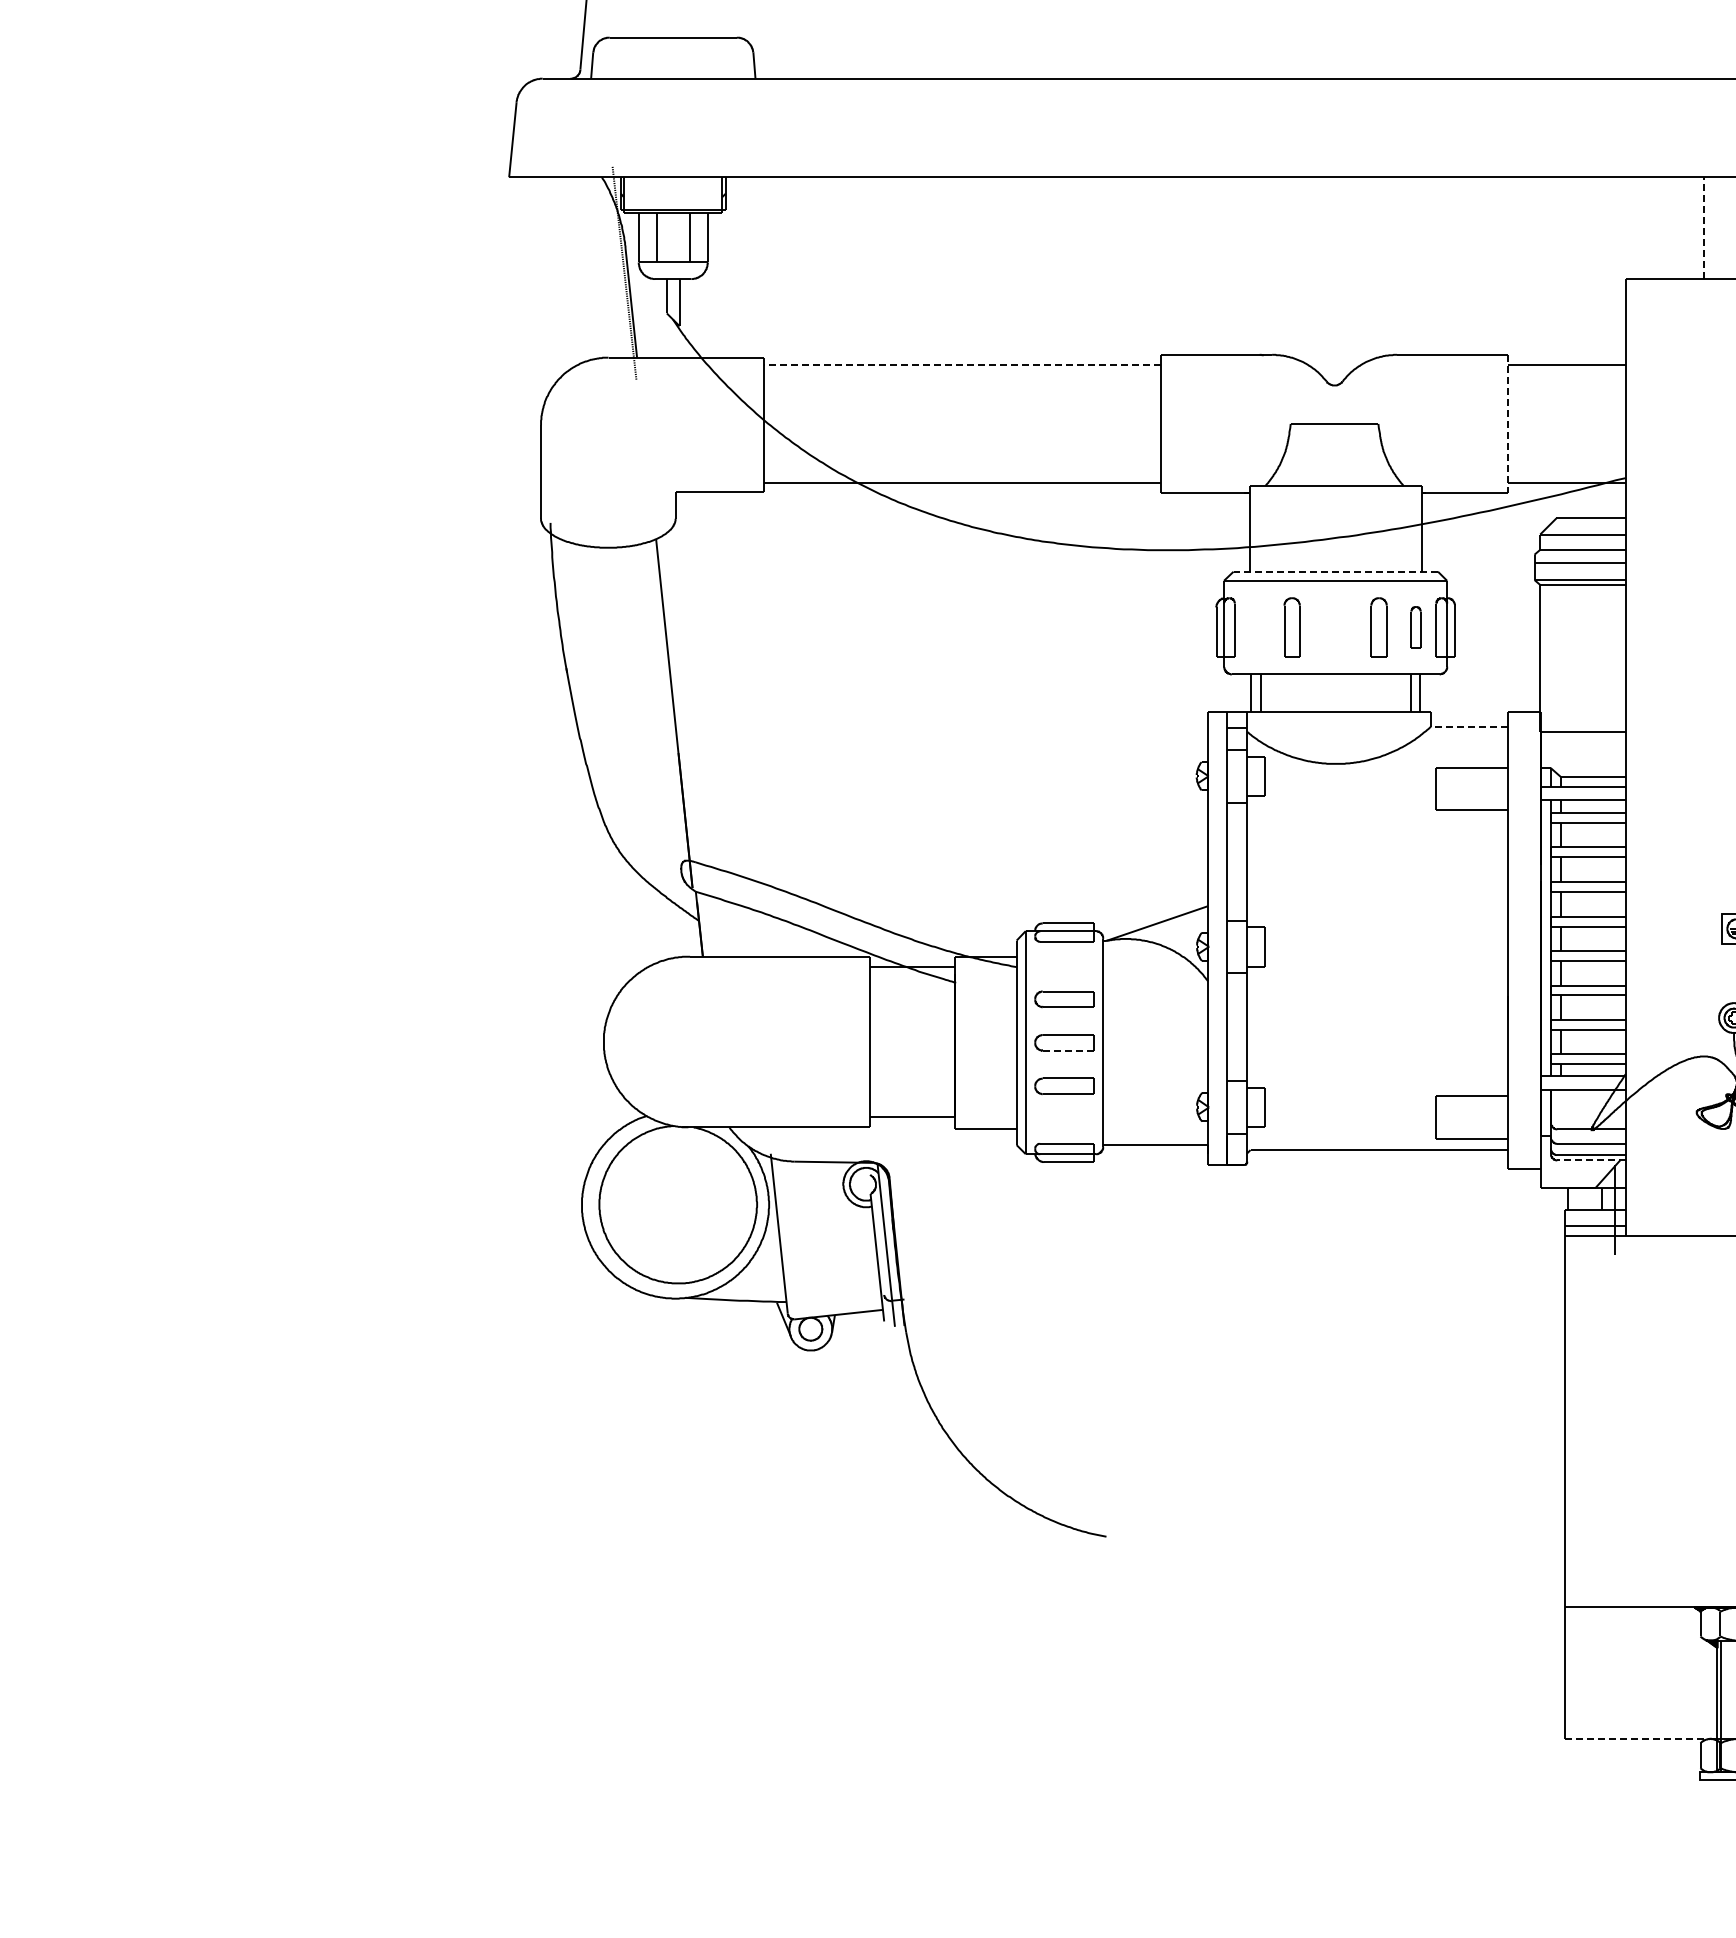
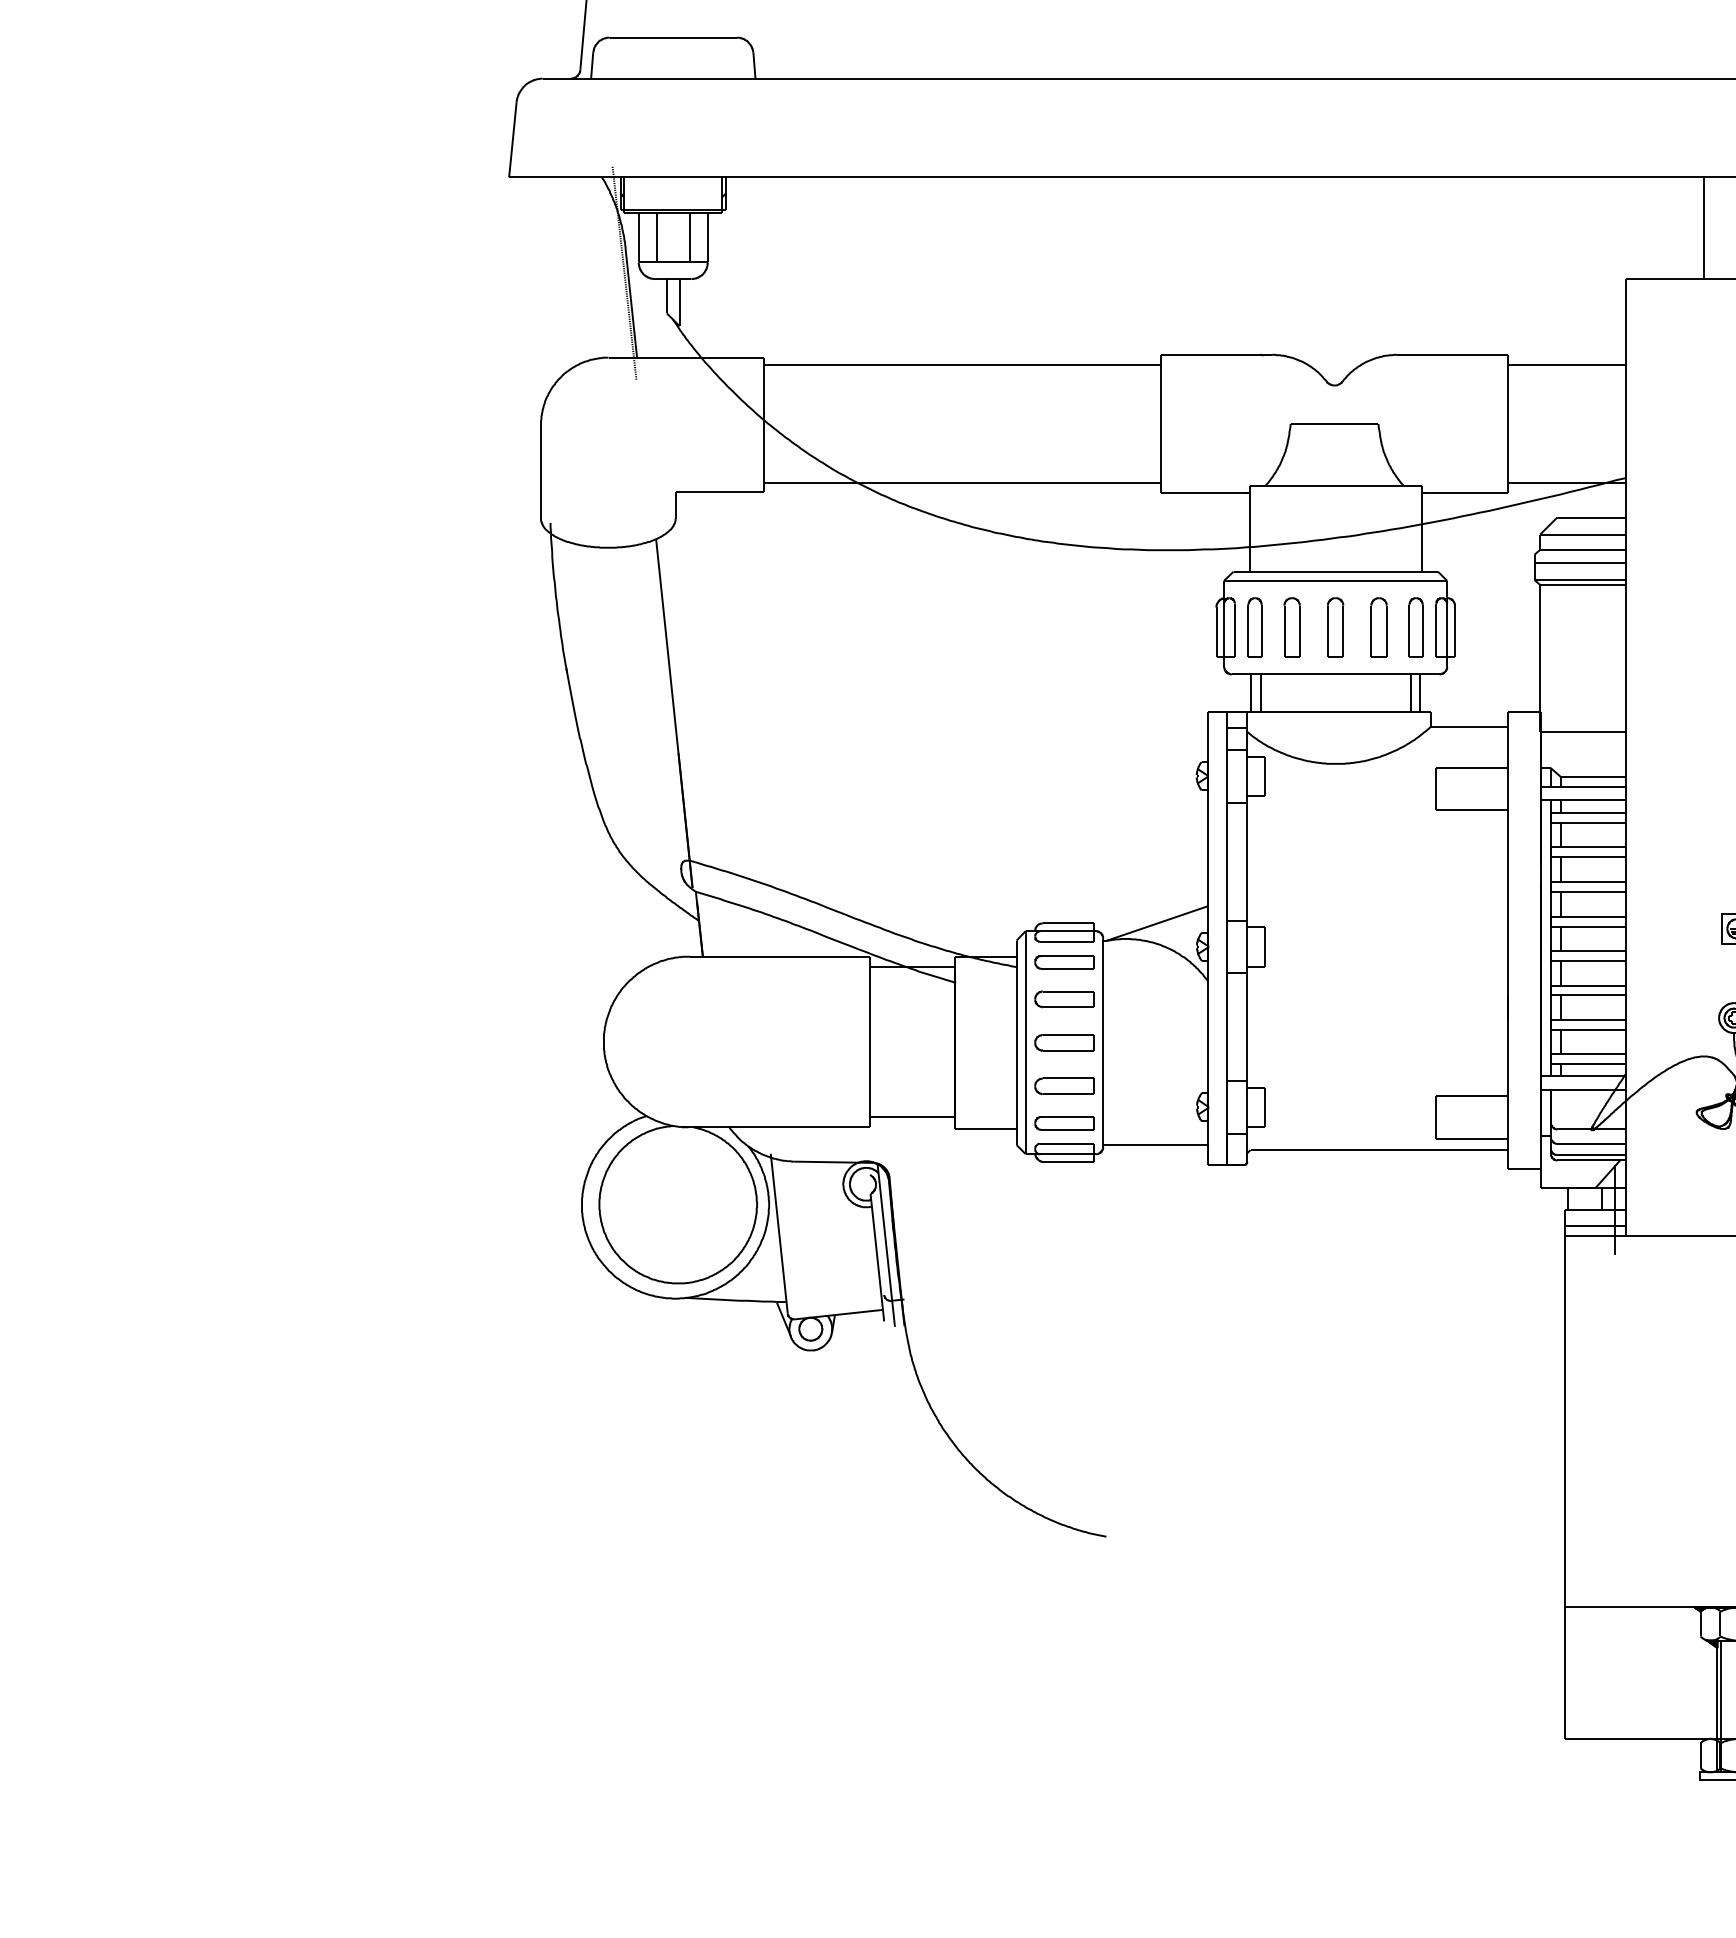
line at (1704, 227): dashed -> solid
line at (961, 364): dashed -> solid
line at (1508, 423): dashed -> solid
line at (1335, 571): dashed -> solid
part at (1254, 627): none -> present
part at (1335, 627): none -> present
part at (1415, 627) size: 12x43 px -> 16x61 px
line at (1469, 726): dashed -> solid
part at (1064, 962): none -> present
line at (1068, 1050): dashed -> solid
part at (1064, 1123): none -> present
line at (1590, 1160): dashed -> solid
line at (1641, 1738): dashed -> solid
